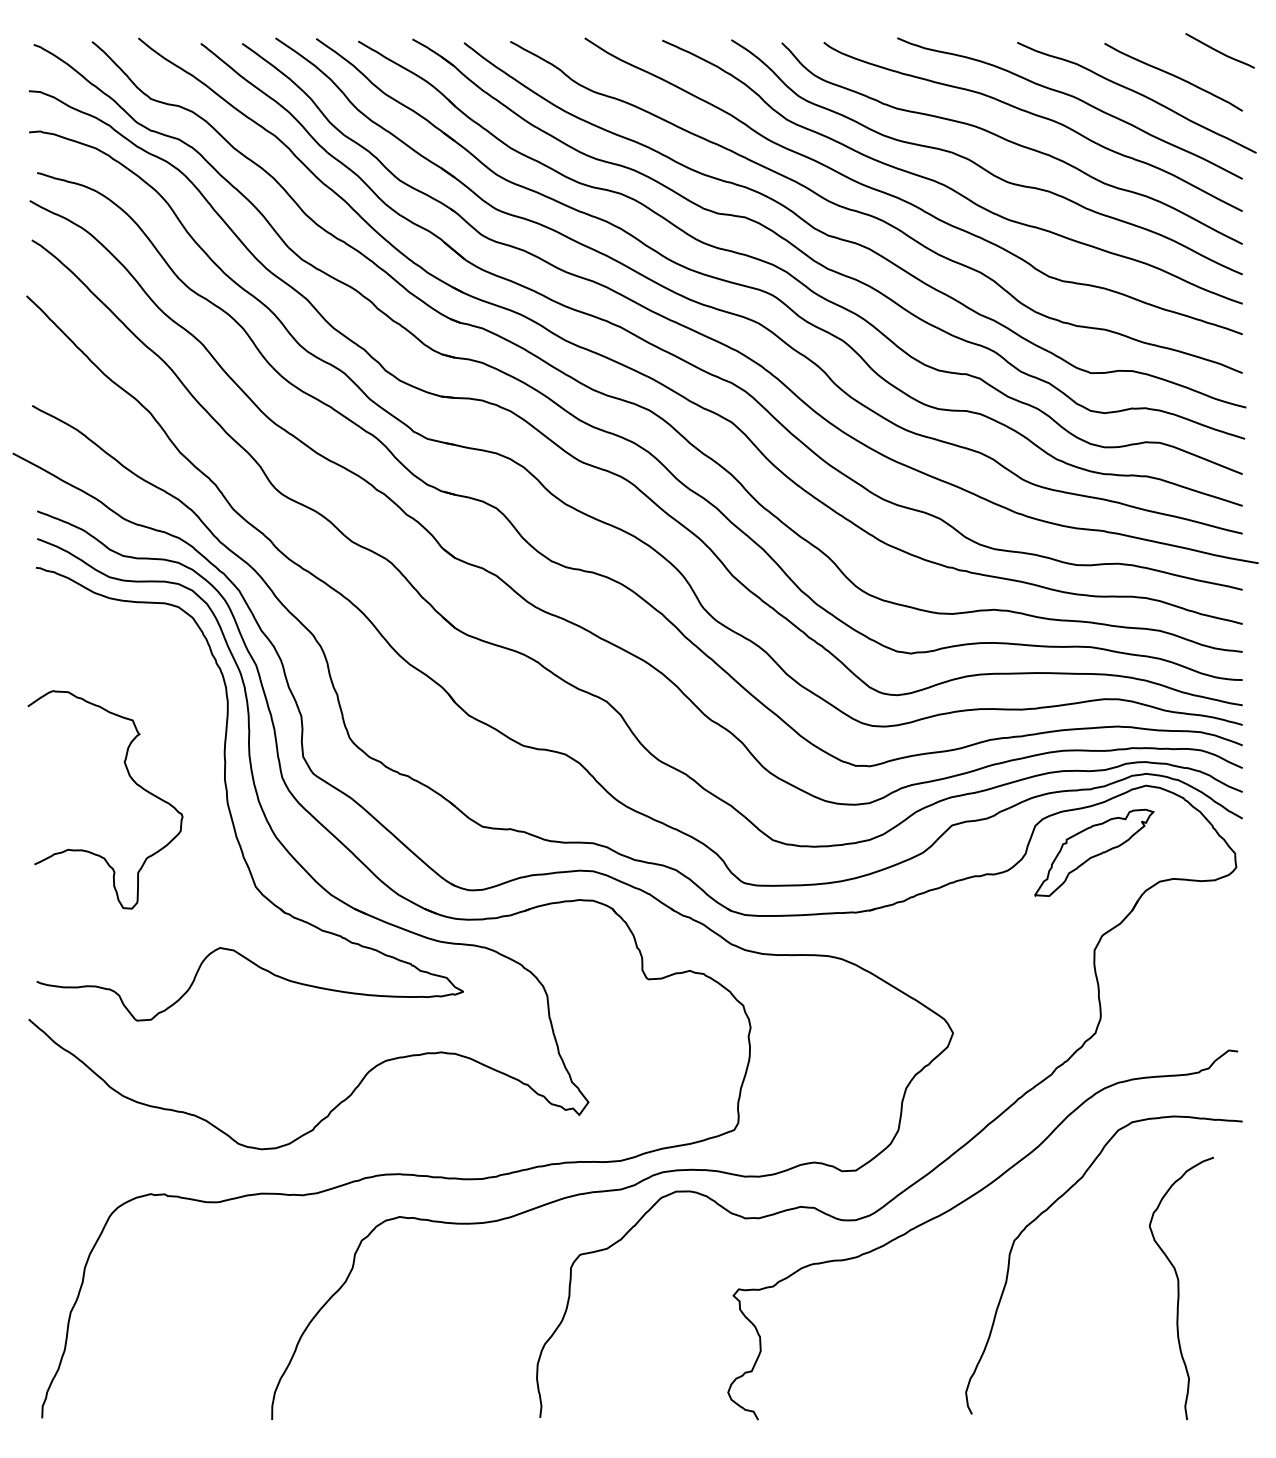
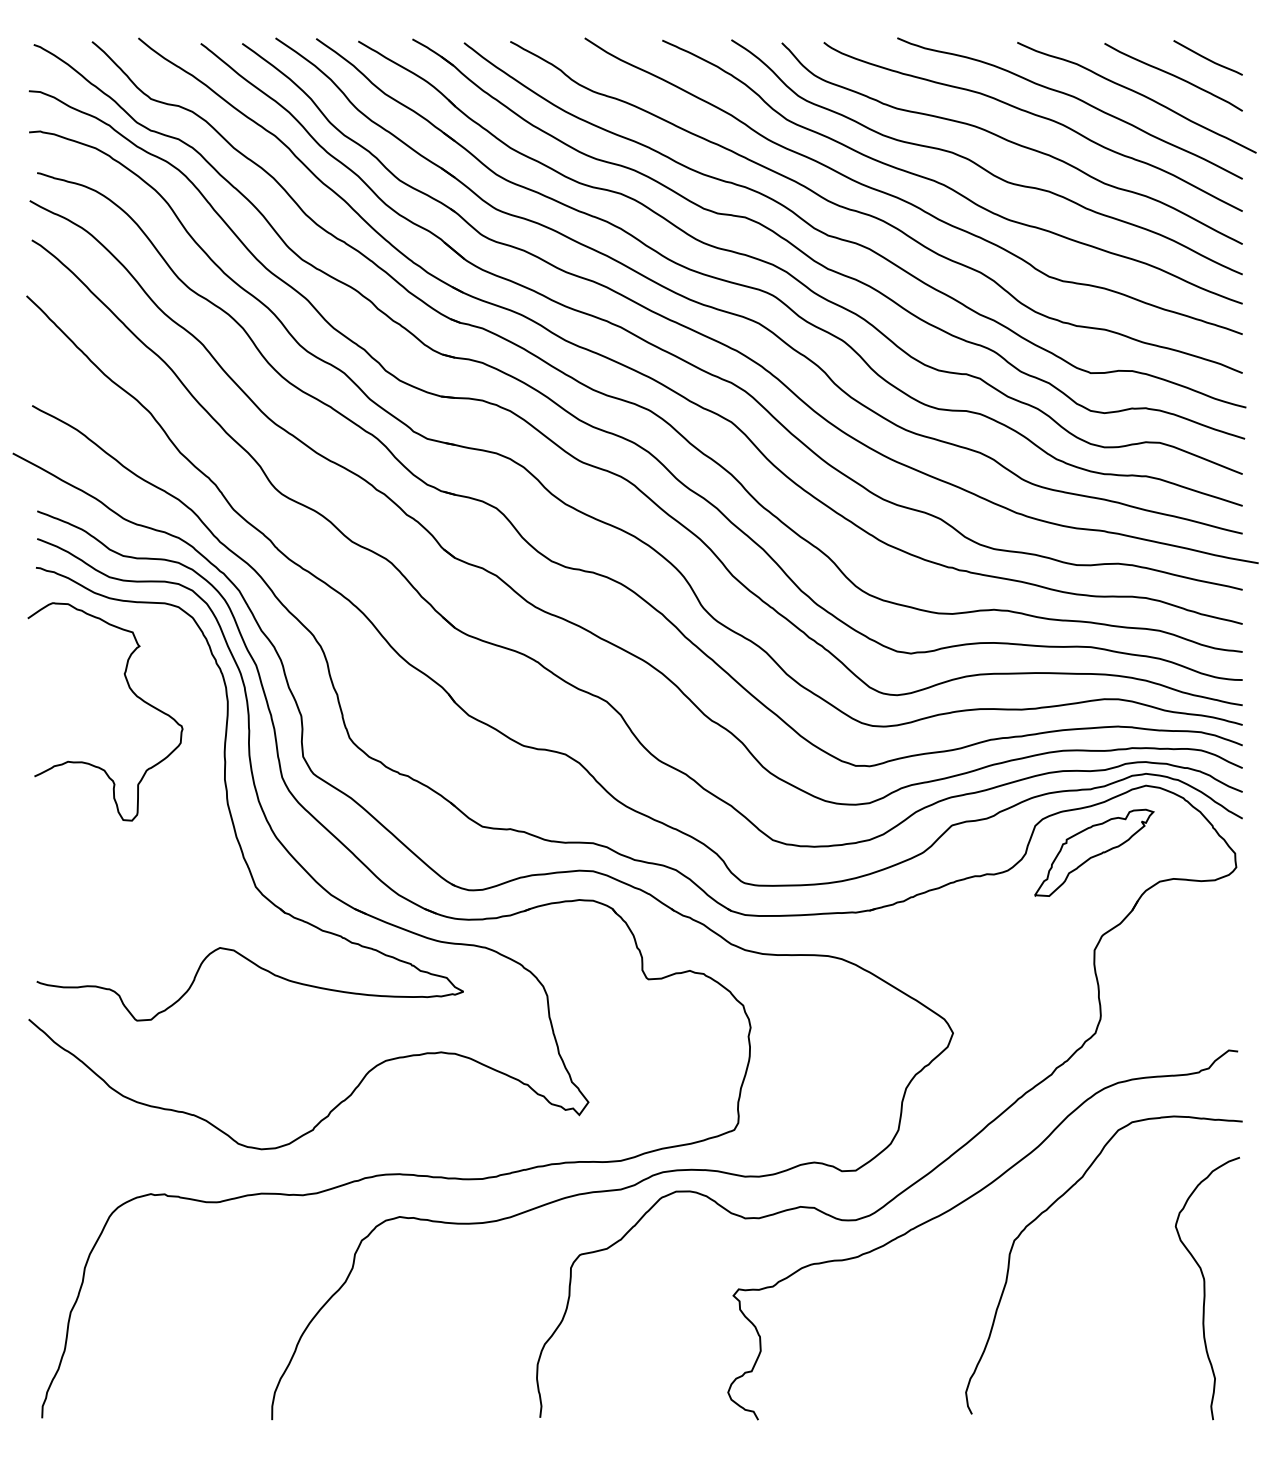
curve at (1218, 50) position: (1218, 50) -> (1206, 57)
curve at (129, 777) position: (129, 777) -> (129, 689)
curve at (1179, 1288) position: (1179, 1288) -> (1205, 1288)
